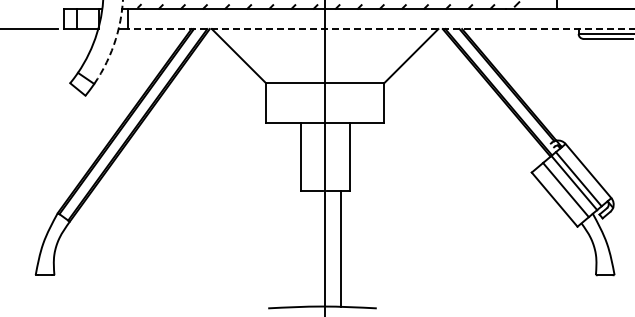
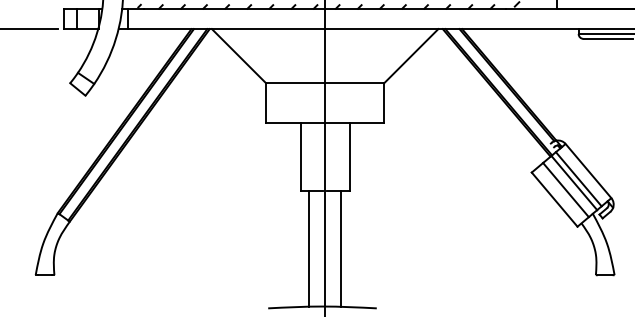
line at (381, 29): dashed -> solid
arc at (114, 43): dashed -> solid
line at (309, 248): none -> present
